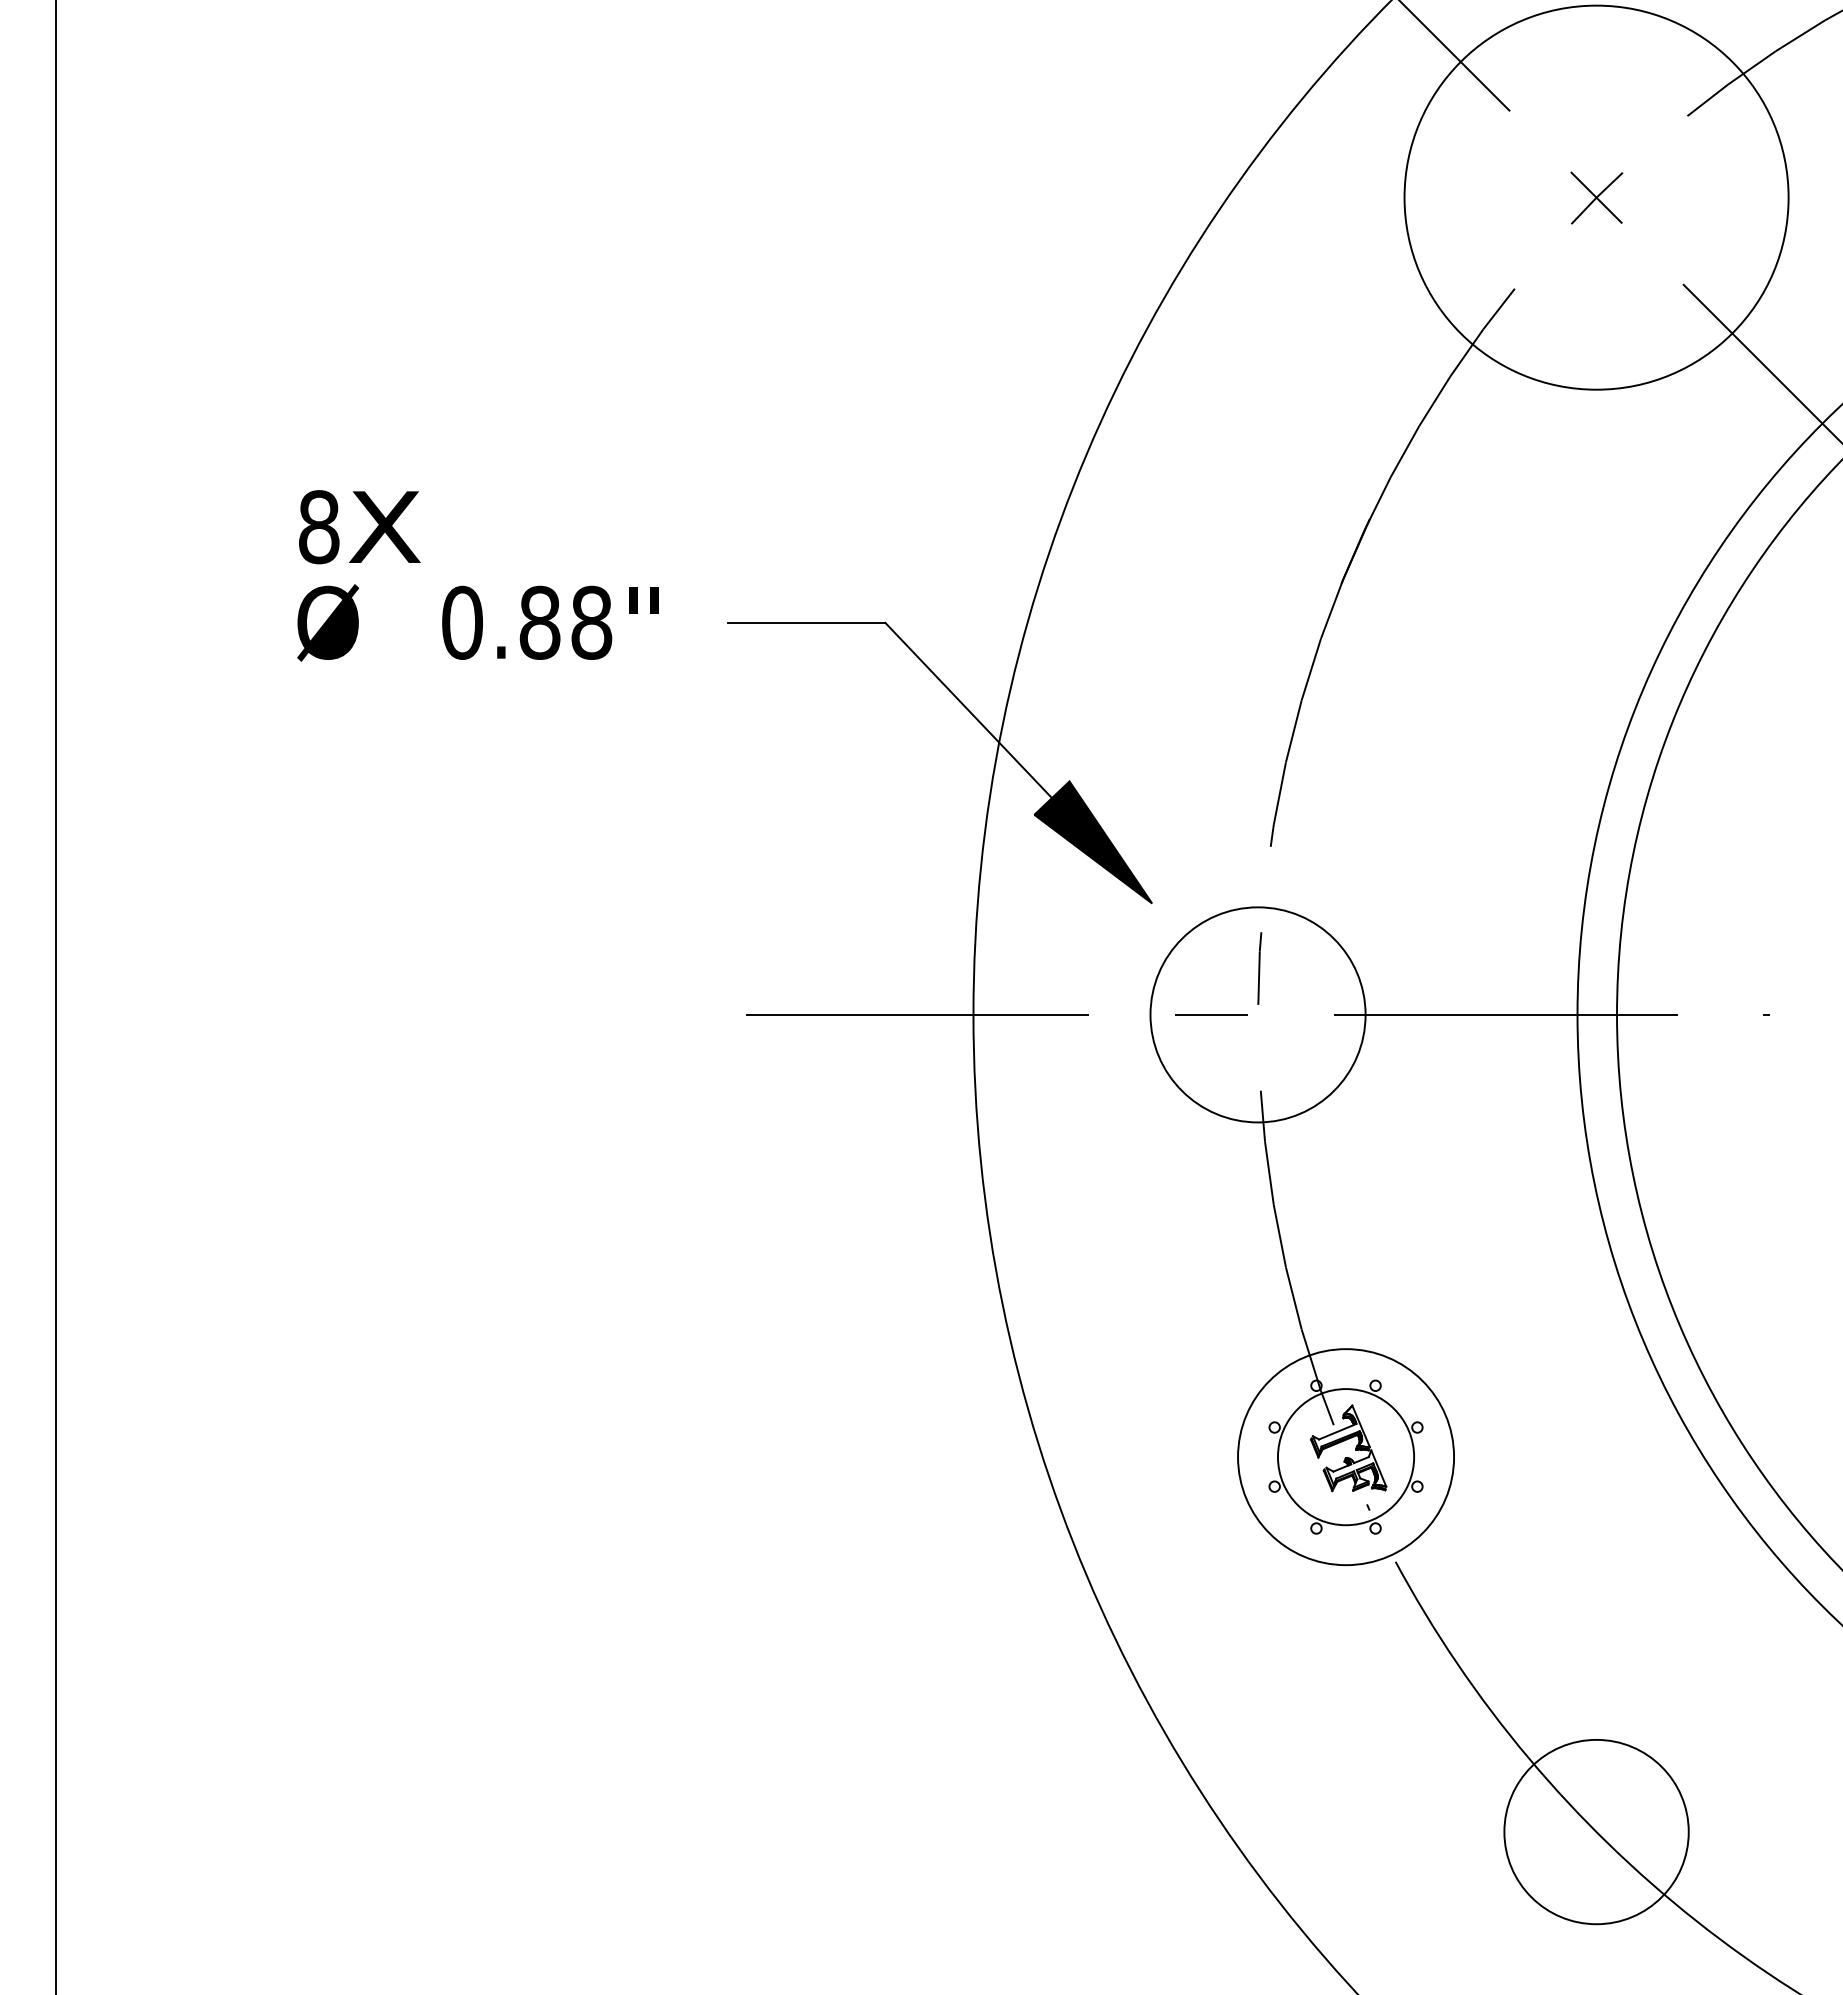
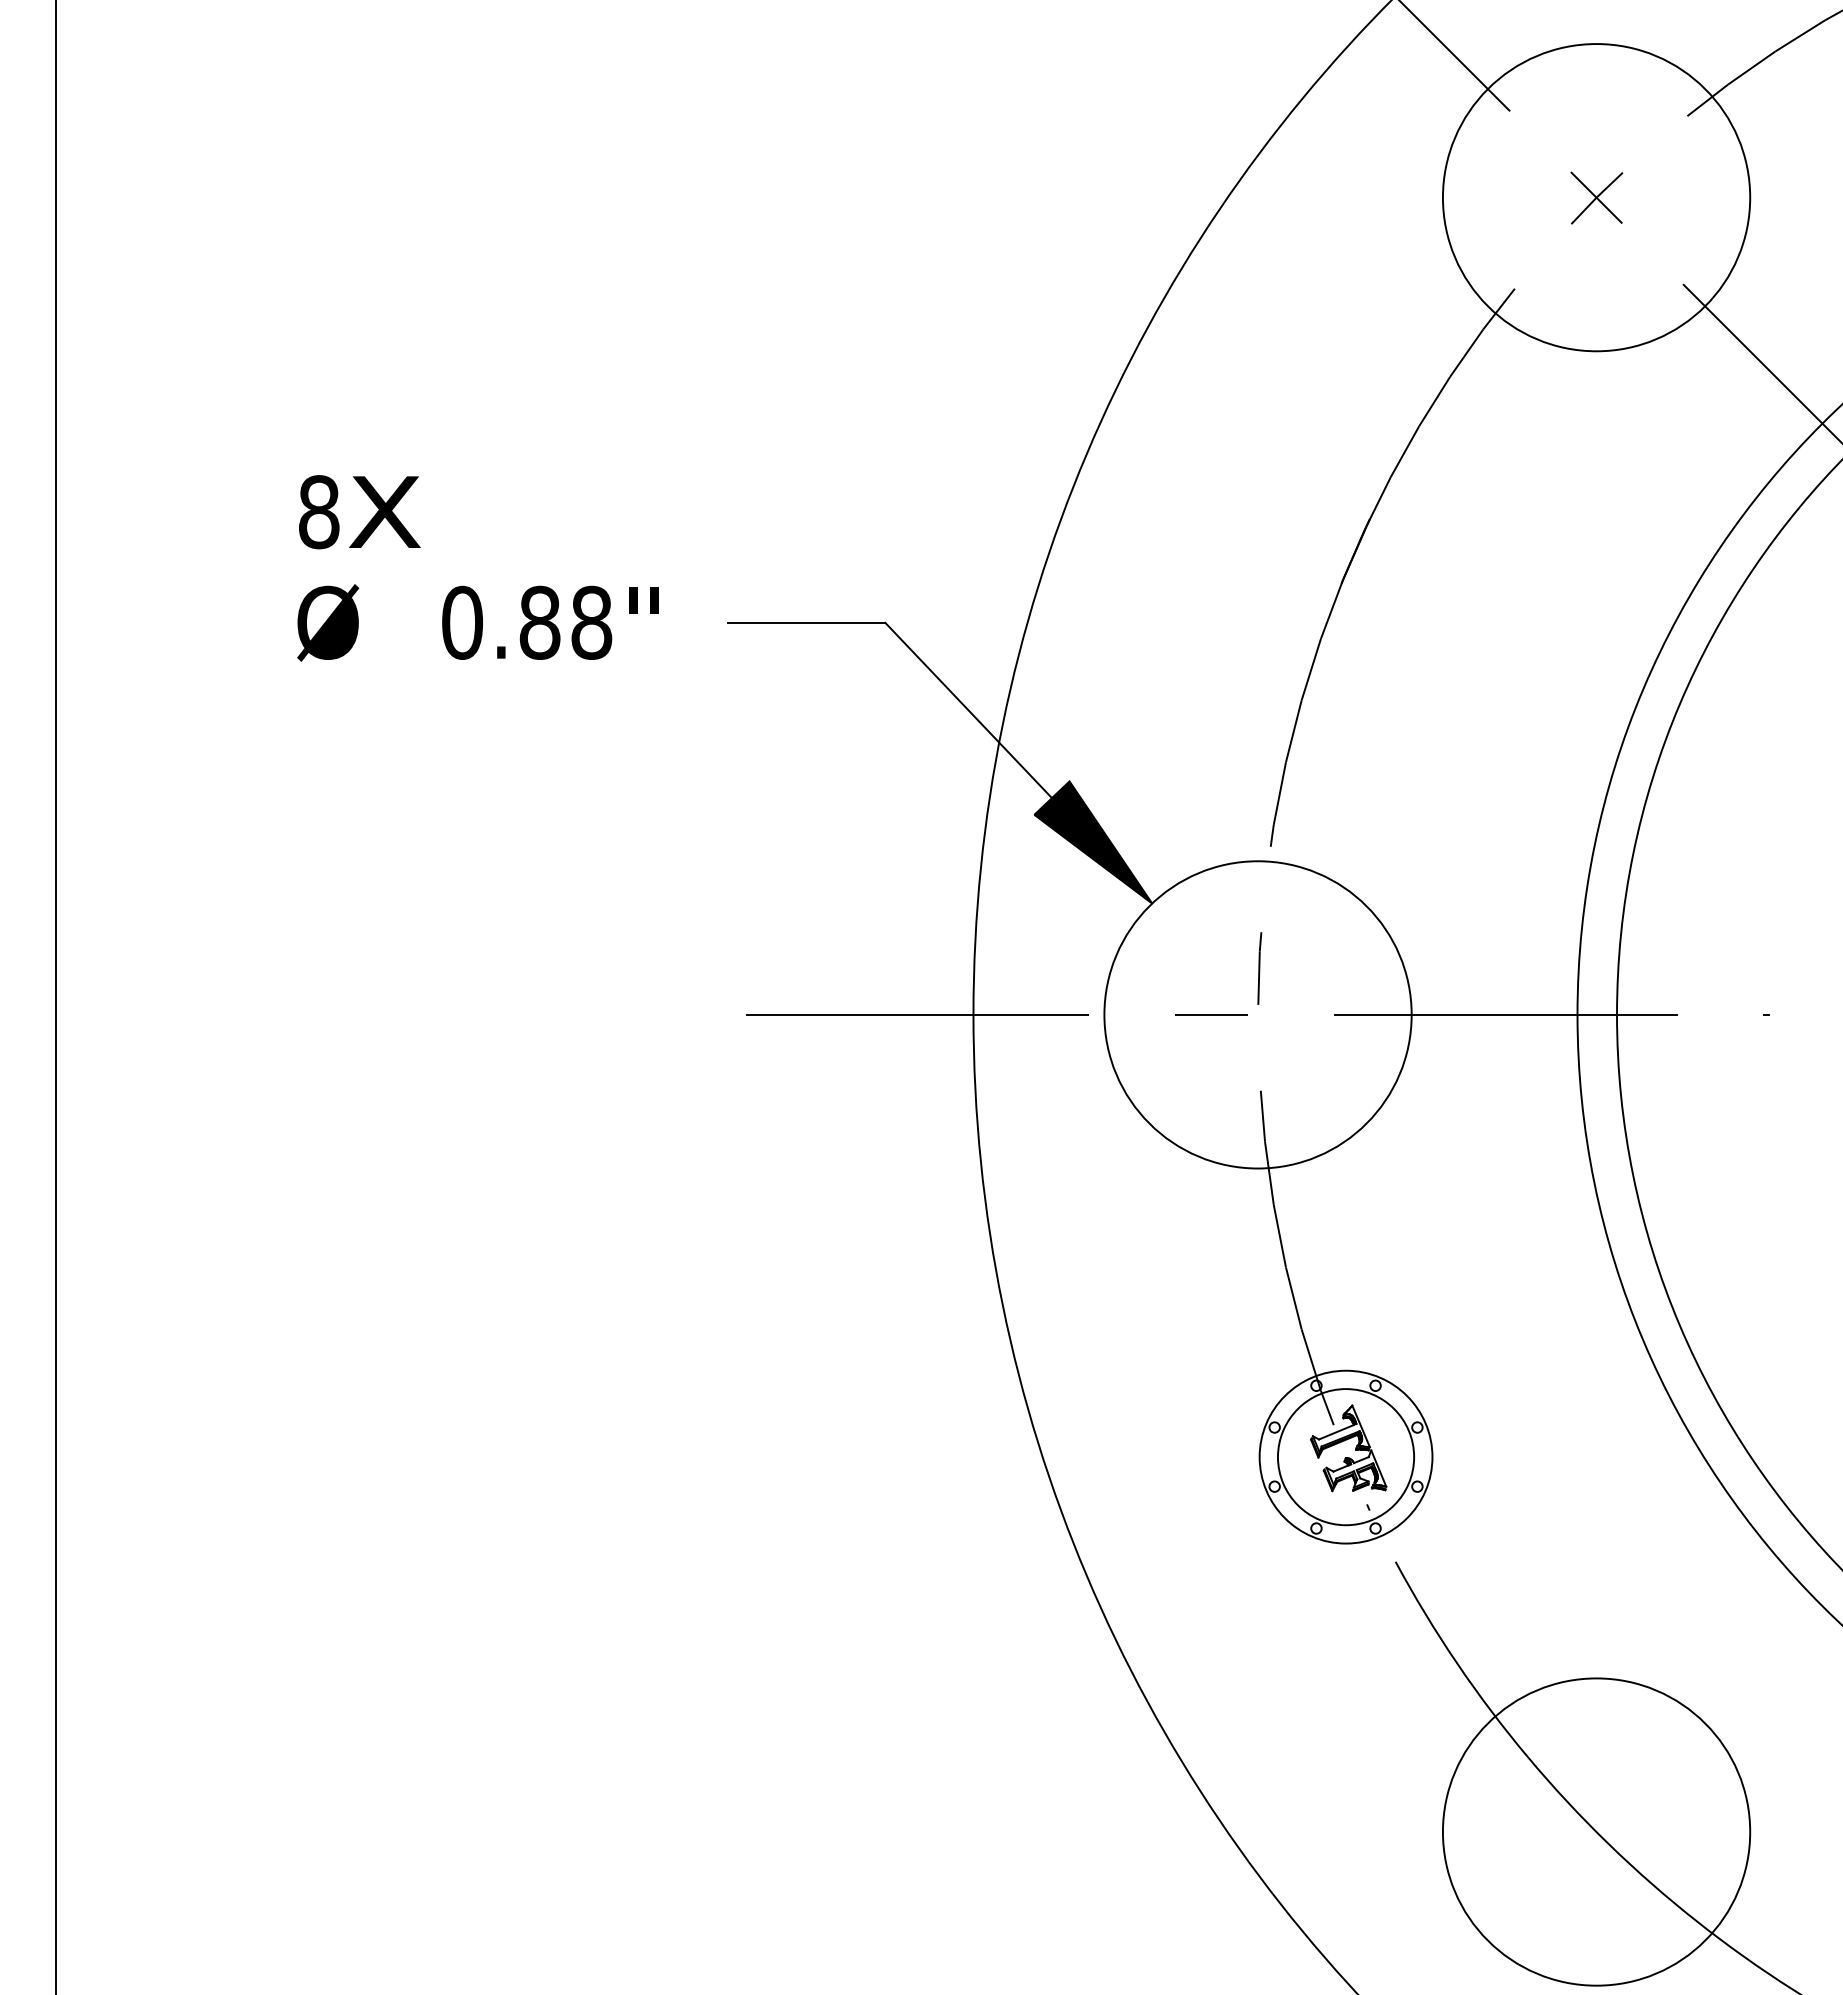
circle at (1596, 197) diameter: 384 px -> 307 px
text at (359, 527) position: (359, 527) -> (359, 512)
circle at (1257, 1014) diameter: 215 px -> 307 px
circle at (1346, 1457) diameter: 216 px -> 173 px
circle at (1596, 1831) diameter: 184 px -> 307 px
